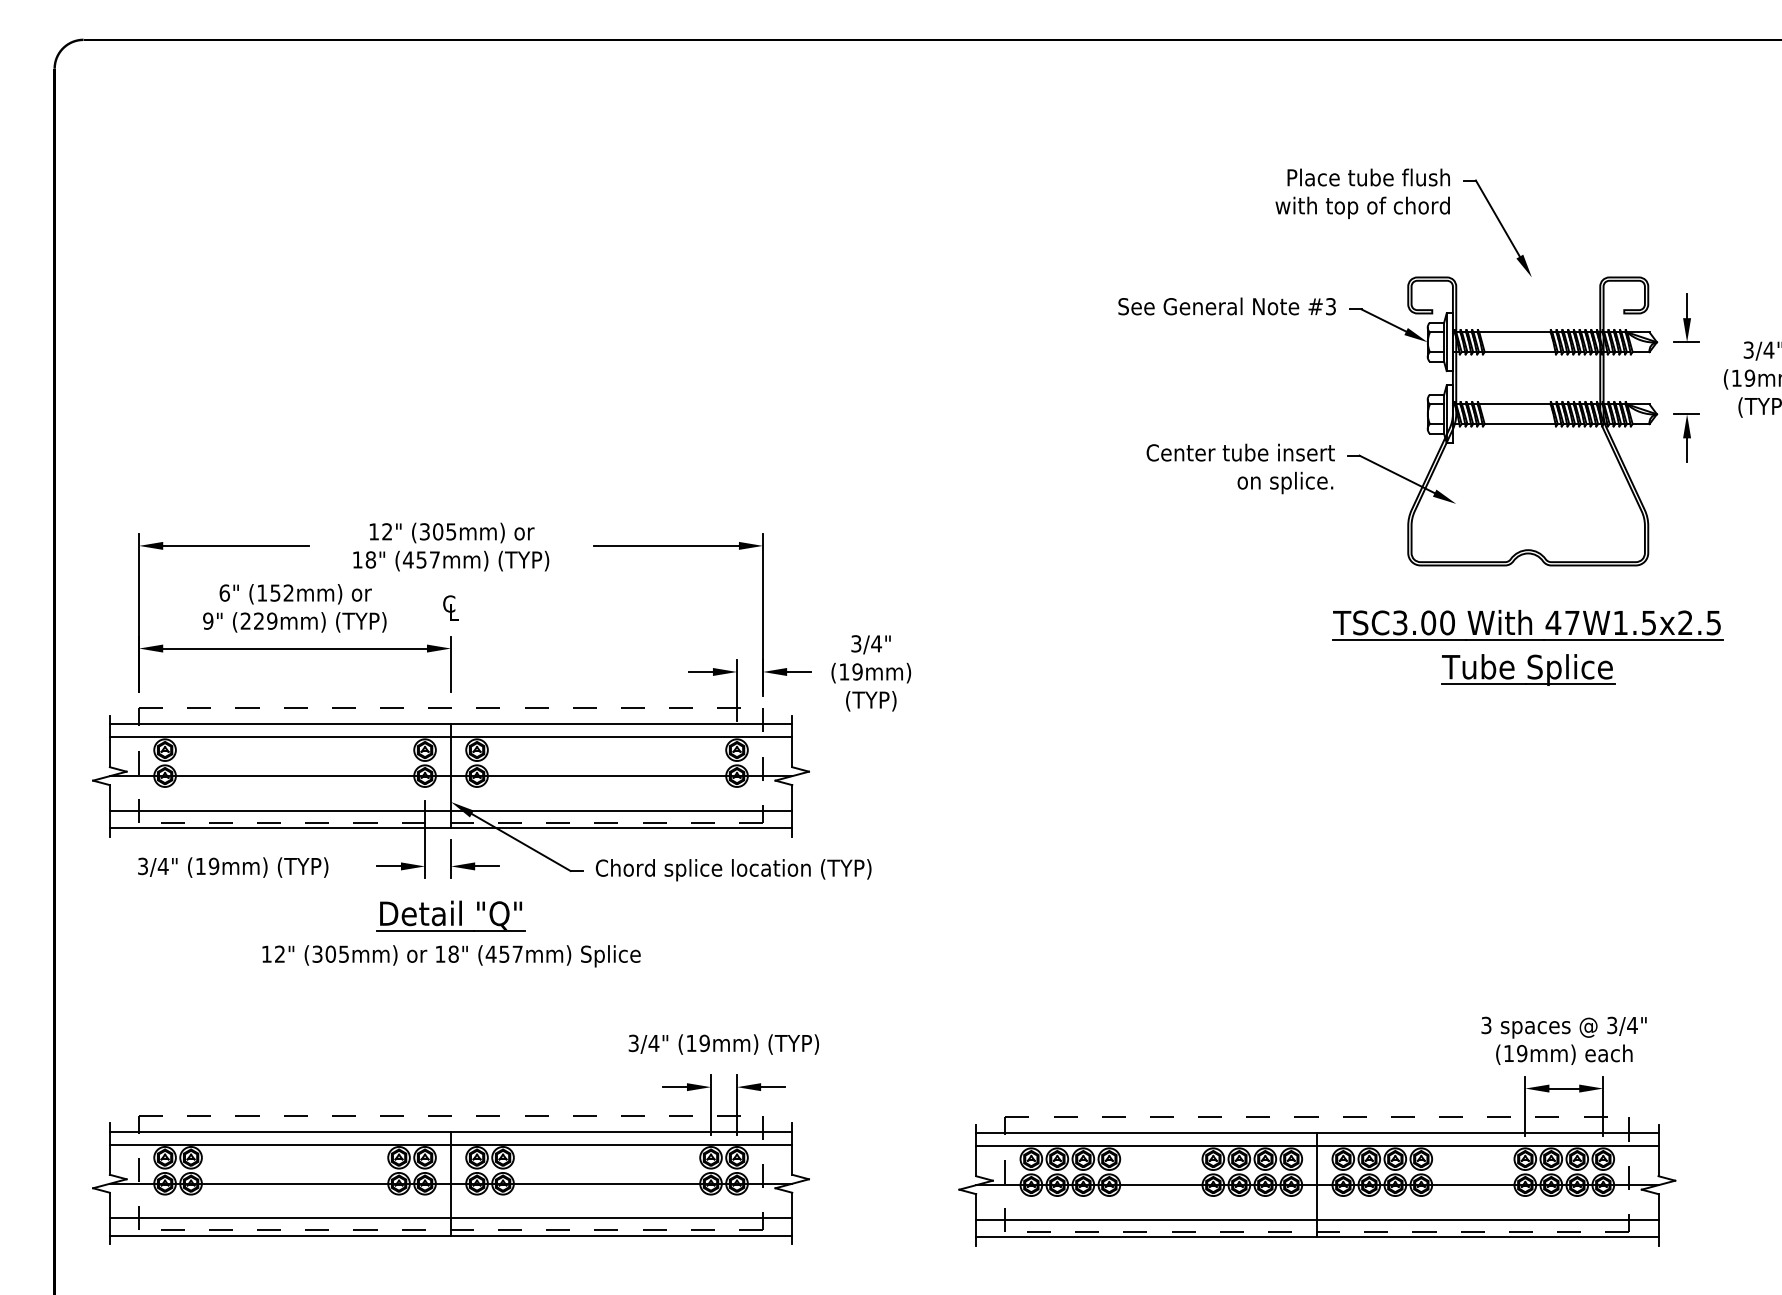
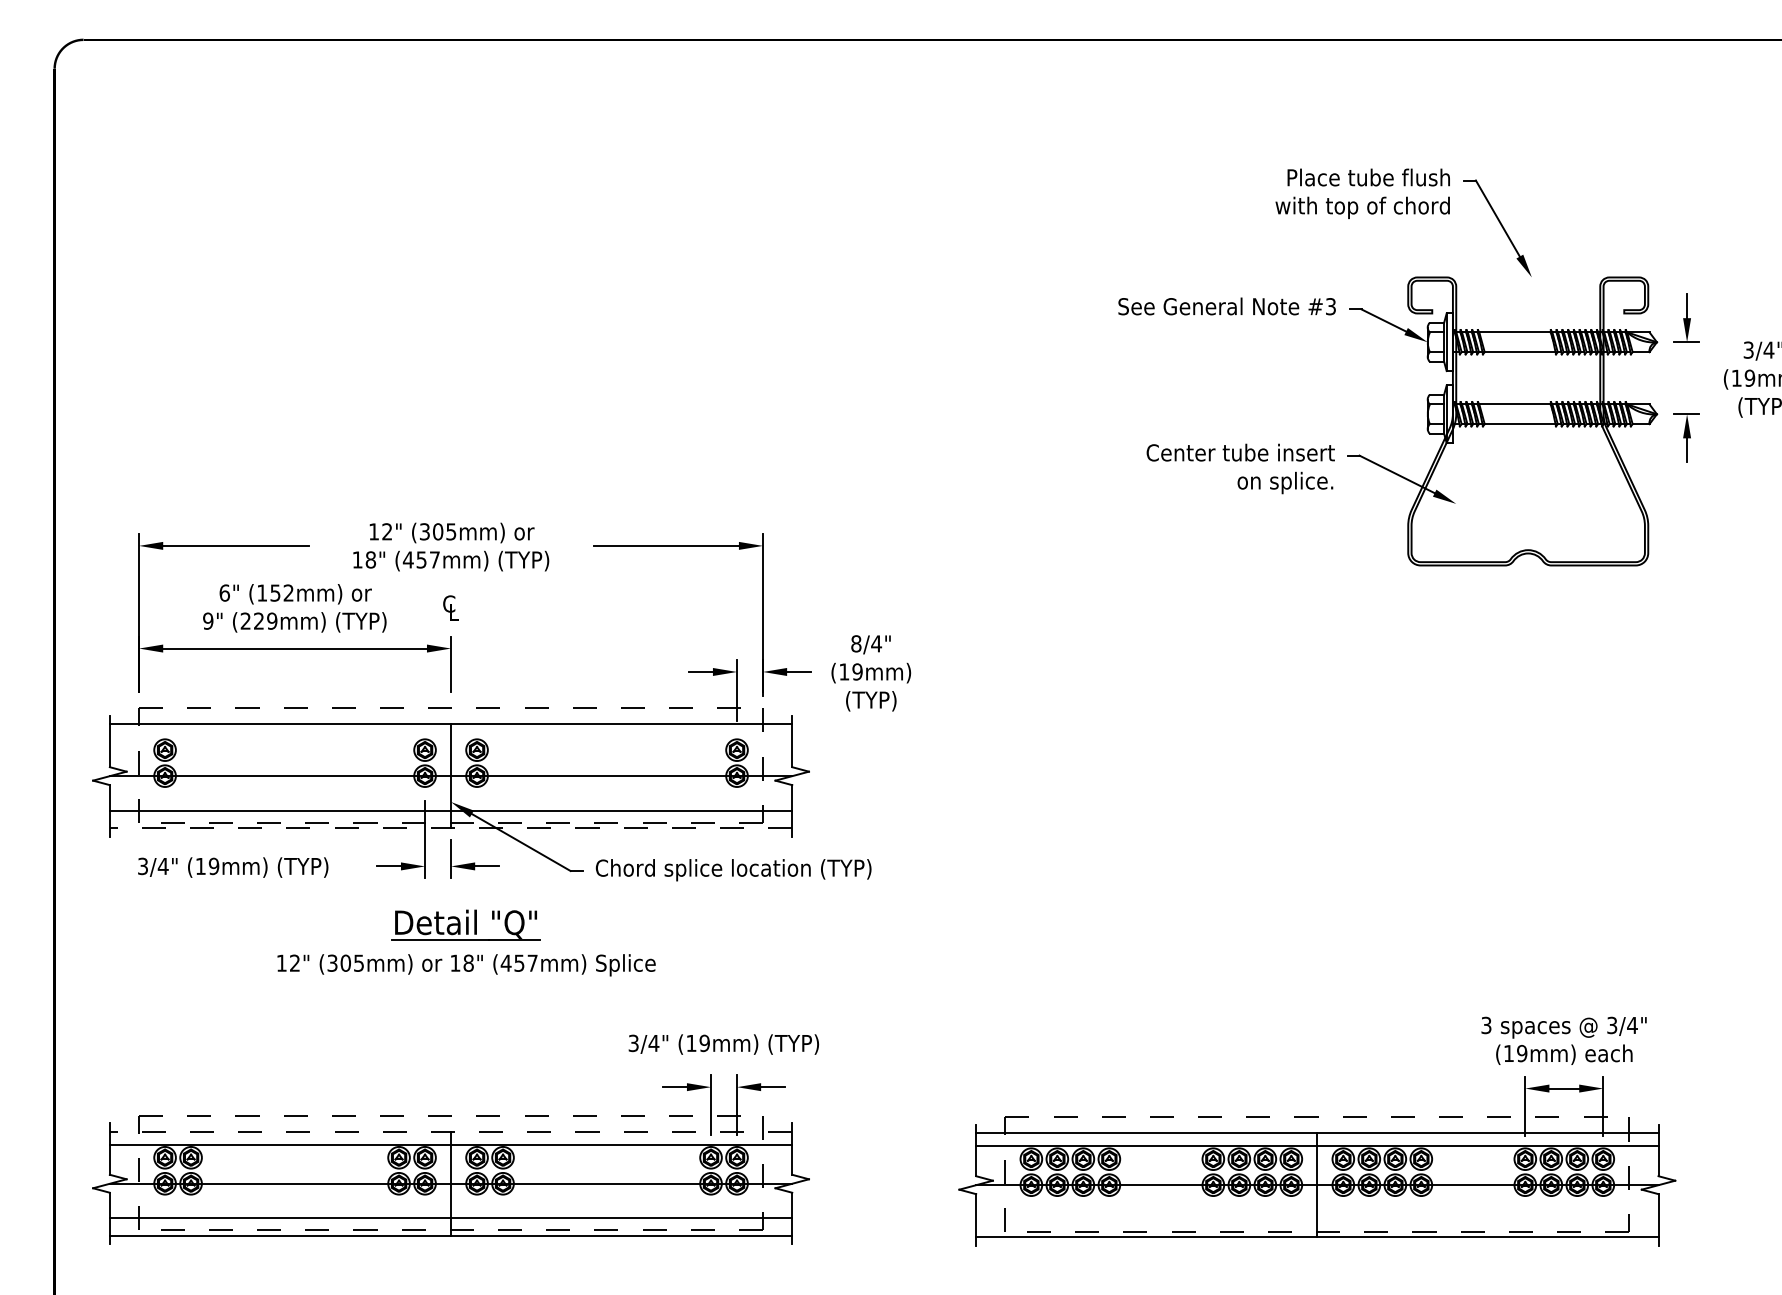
part at (1527, 640): present -> none
text at (856, 643): 3/4" -> 8/4"
line at (450, 737): present -> none
line at (450, 828): solid -> dashed
part at (451, 933) position: (451, 933) -> (466, 942)
line at (450, 1131): solid -> dashed
line at (1317, 1219): present -> none
